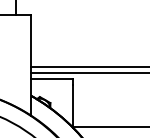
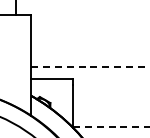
line at (90, 66): solid -> dashed
line at (88, 72): present -> none
line at (111, 127): solid -> dashed
